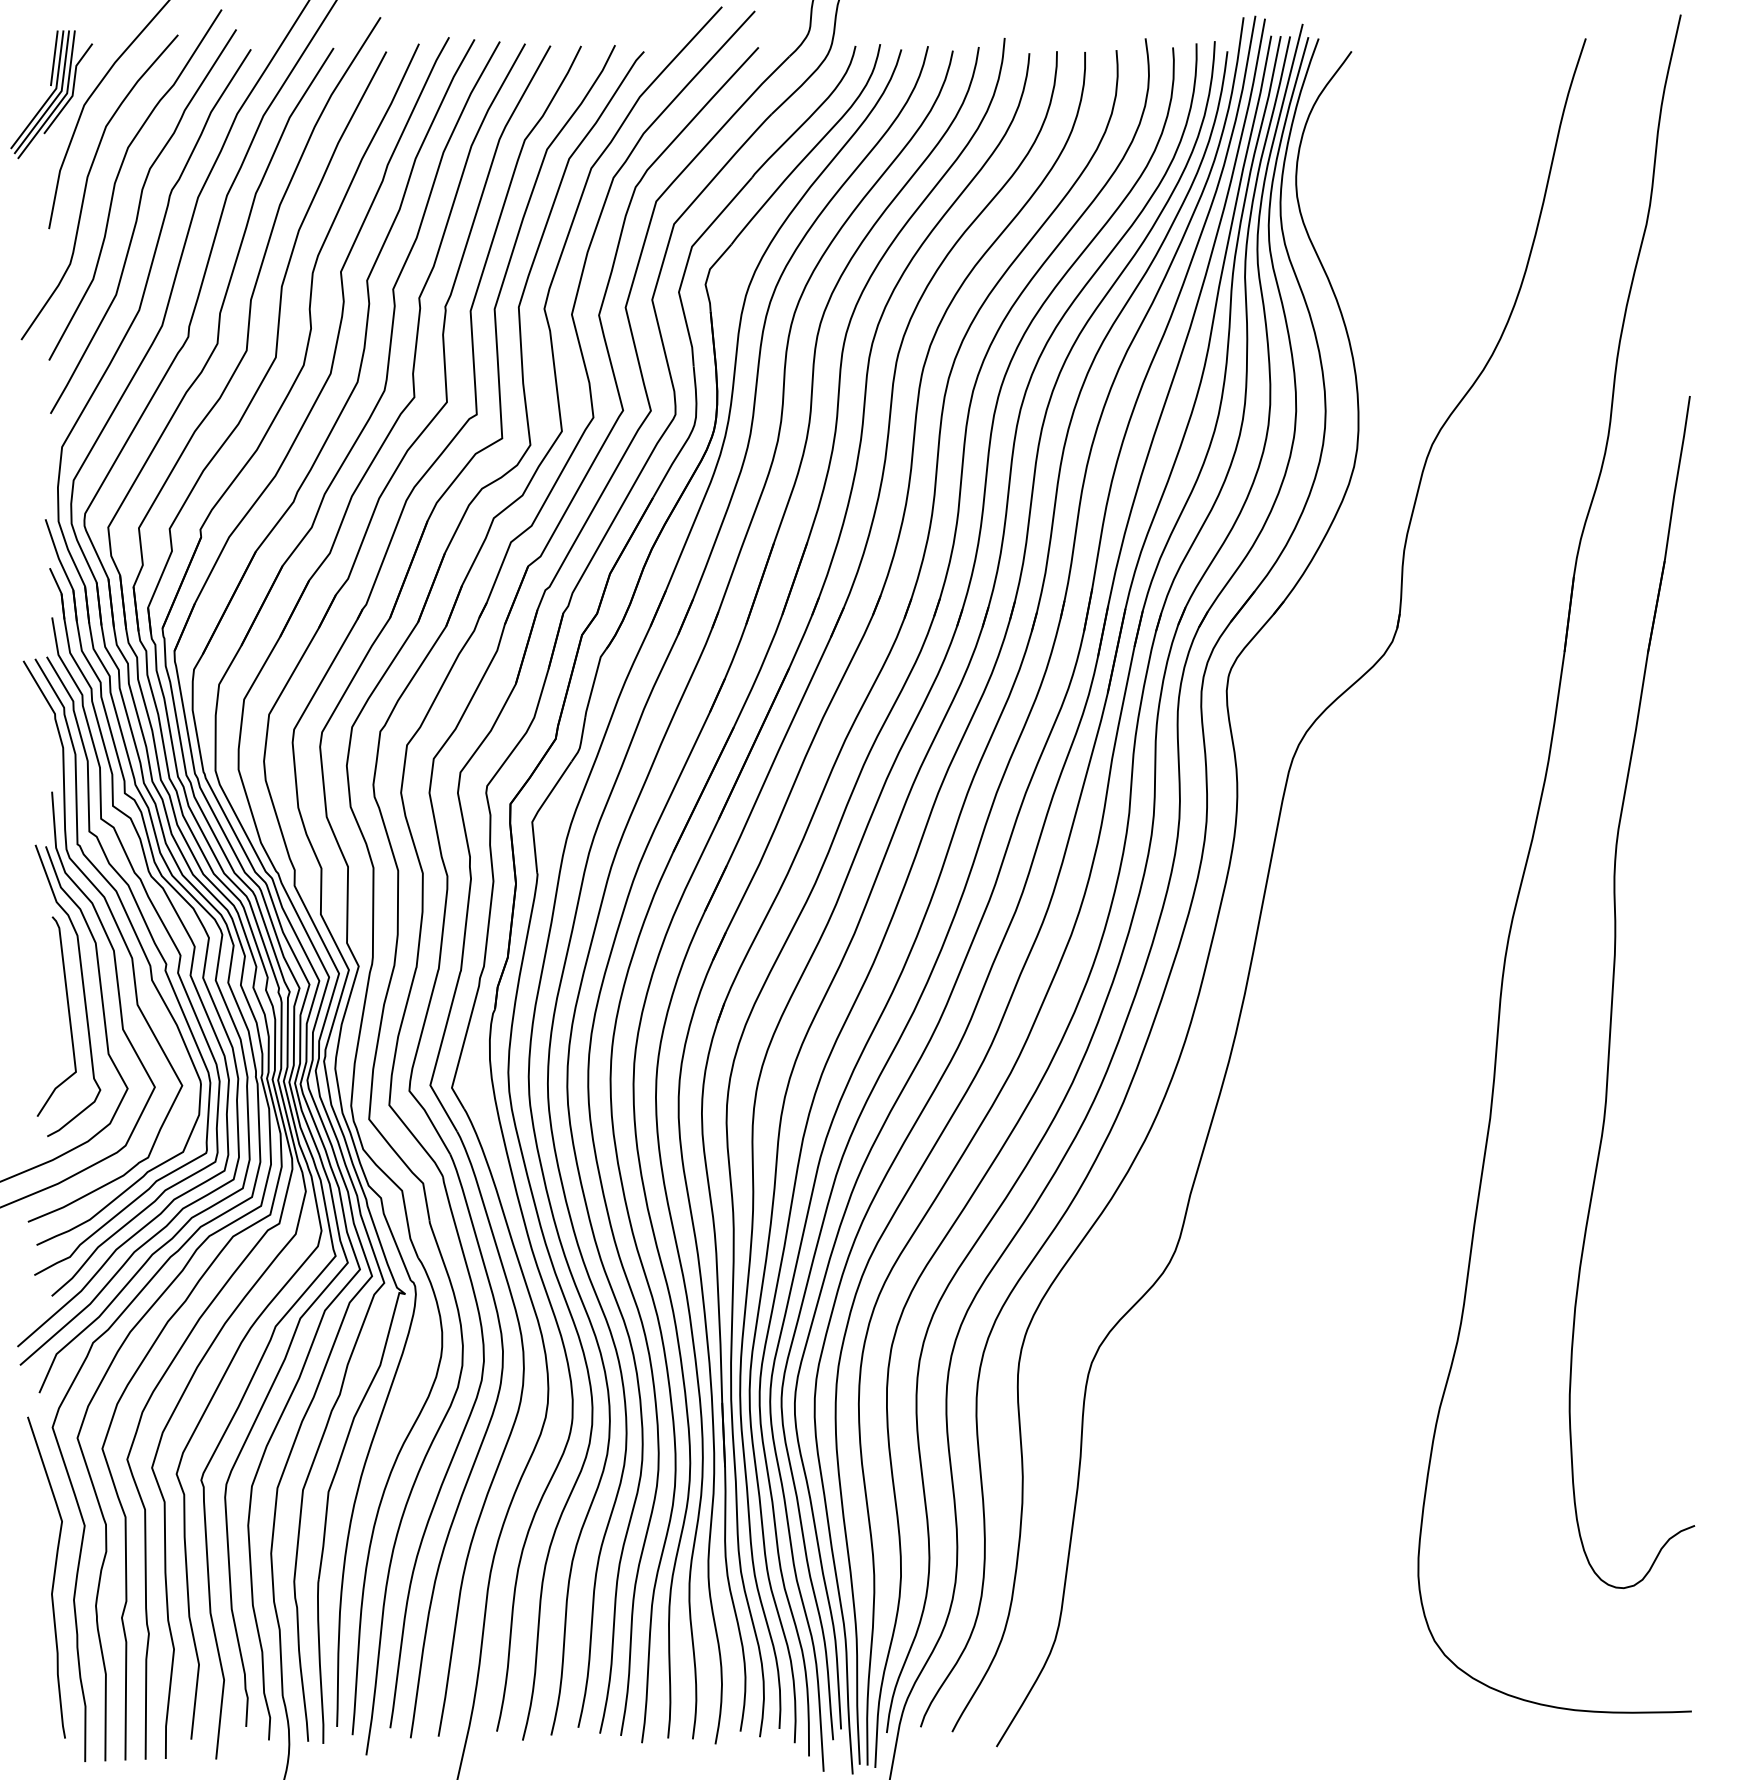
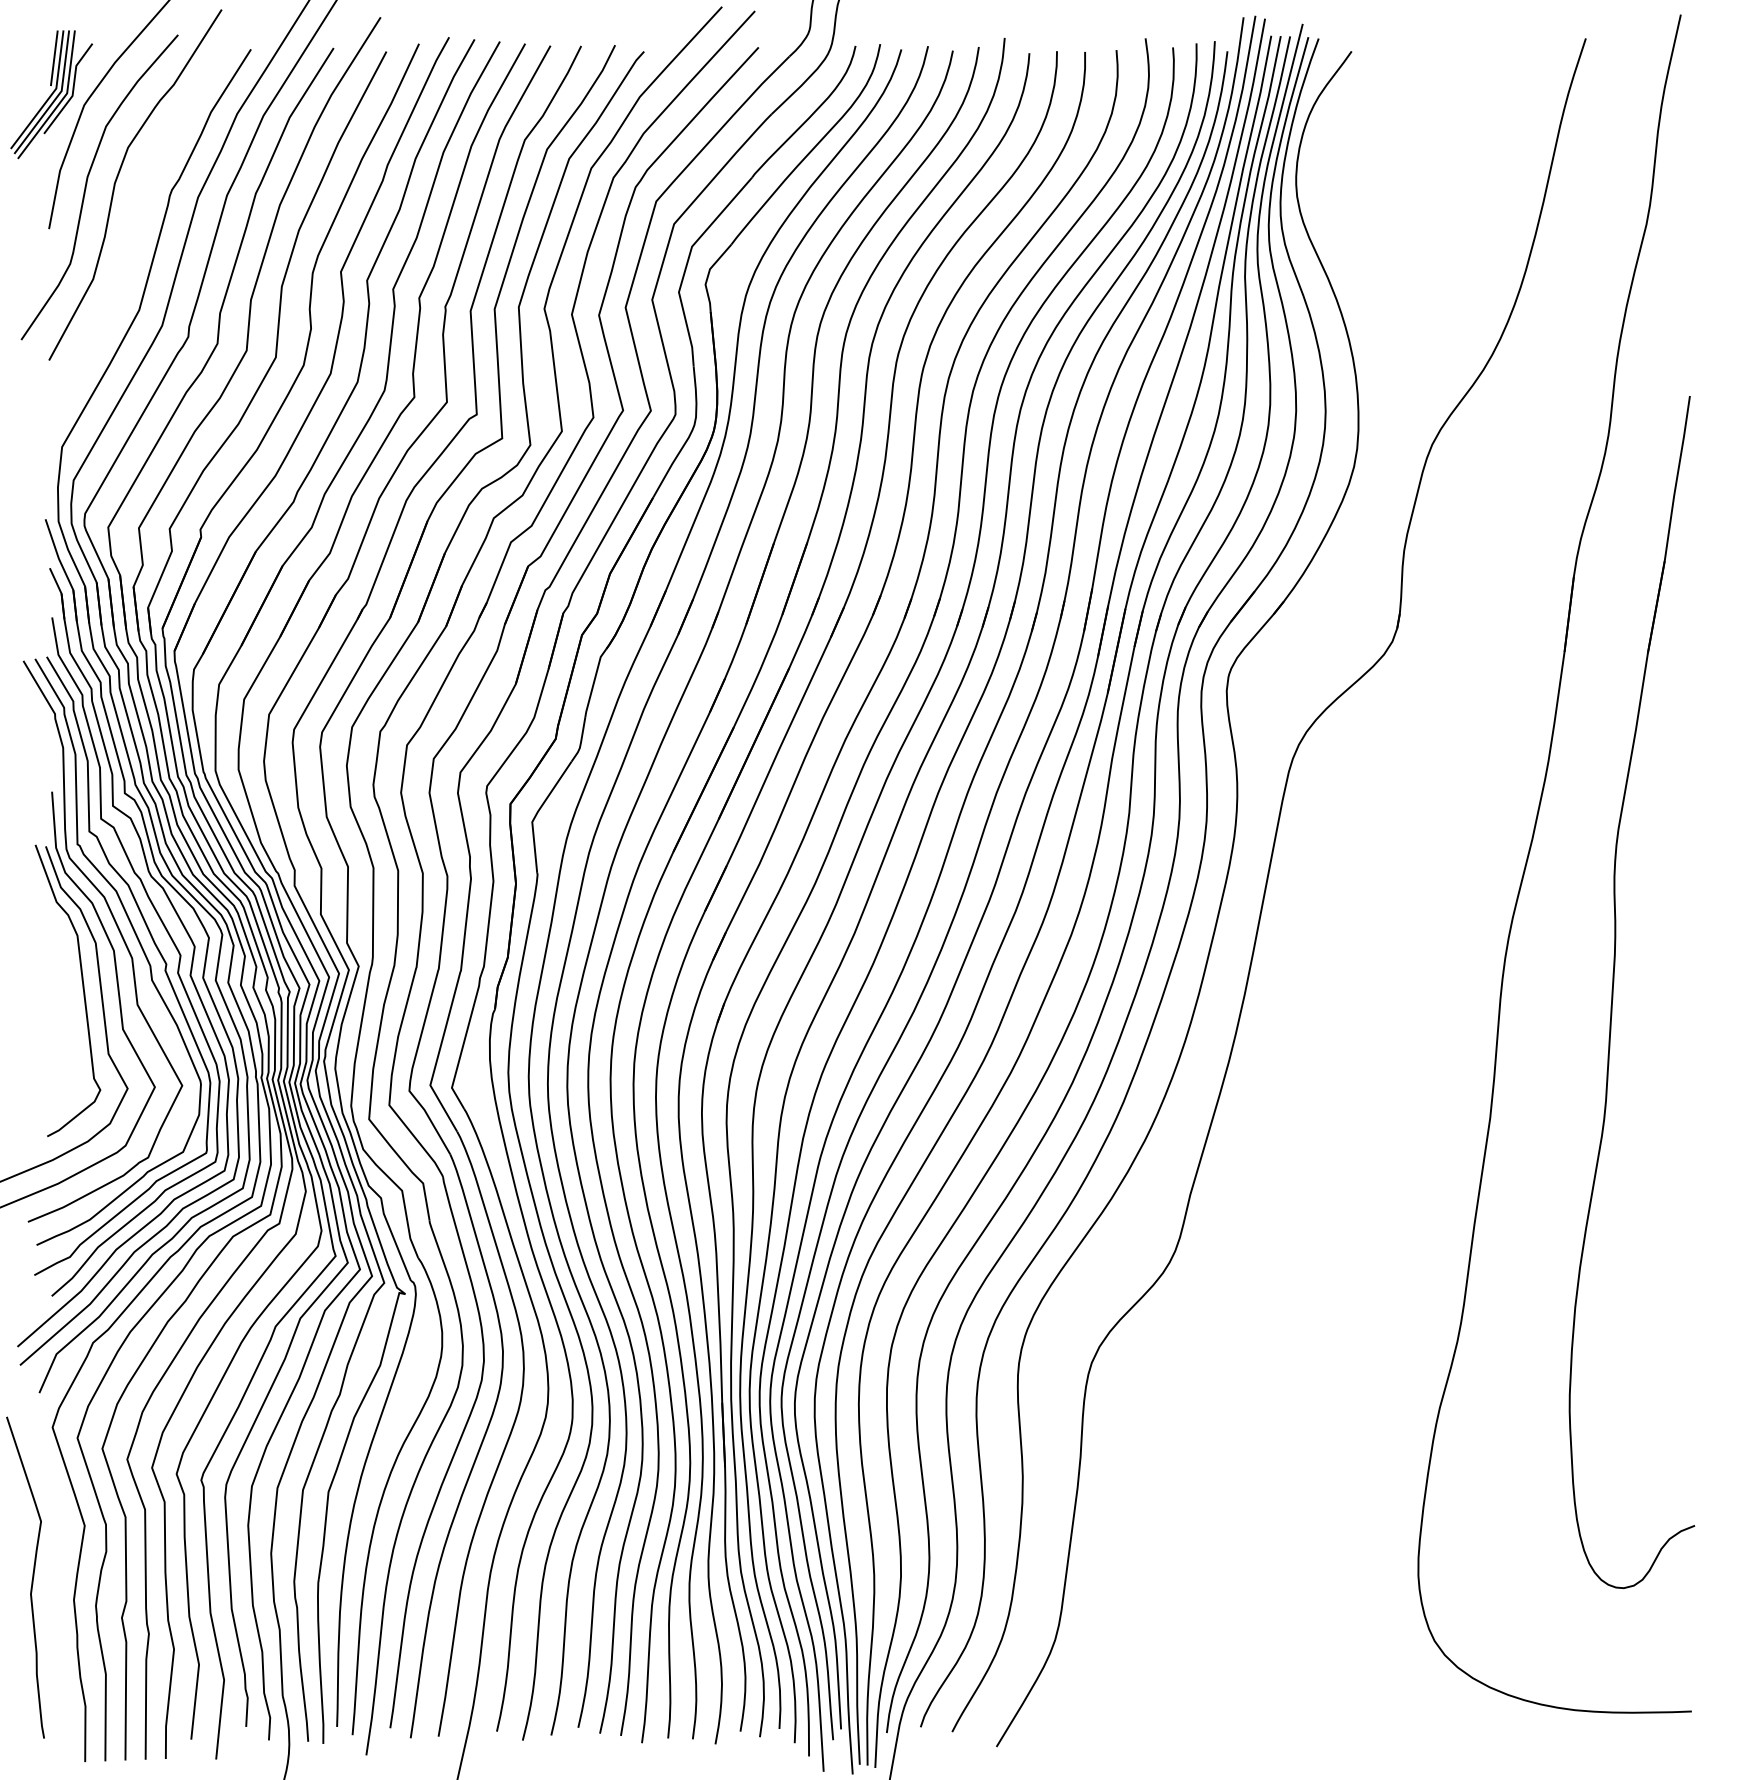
curve at (137, 221): present -> none
curve at (68, 1016): present -> none
curve at (52, 1580) position: (52, 1580) -> (31, 1580)
